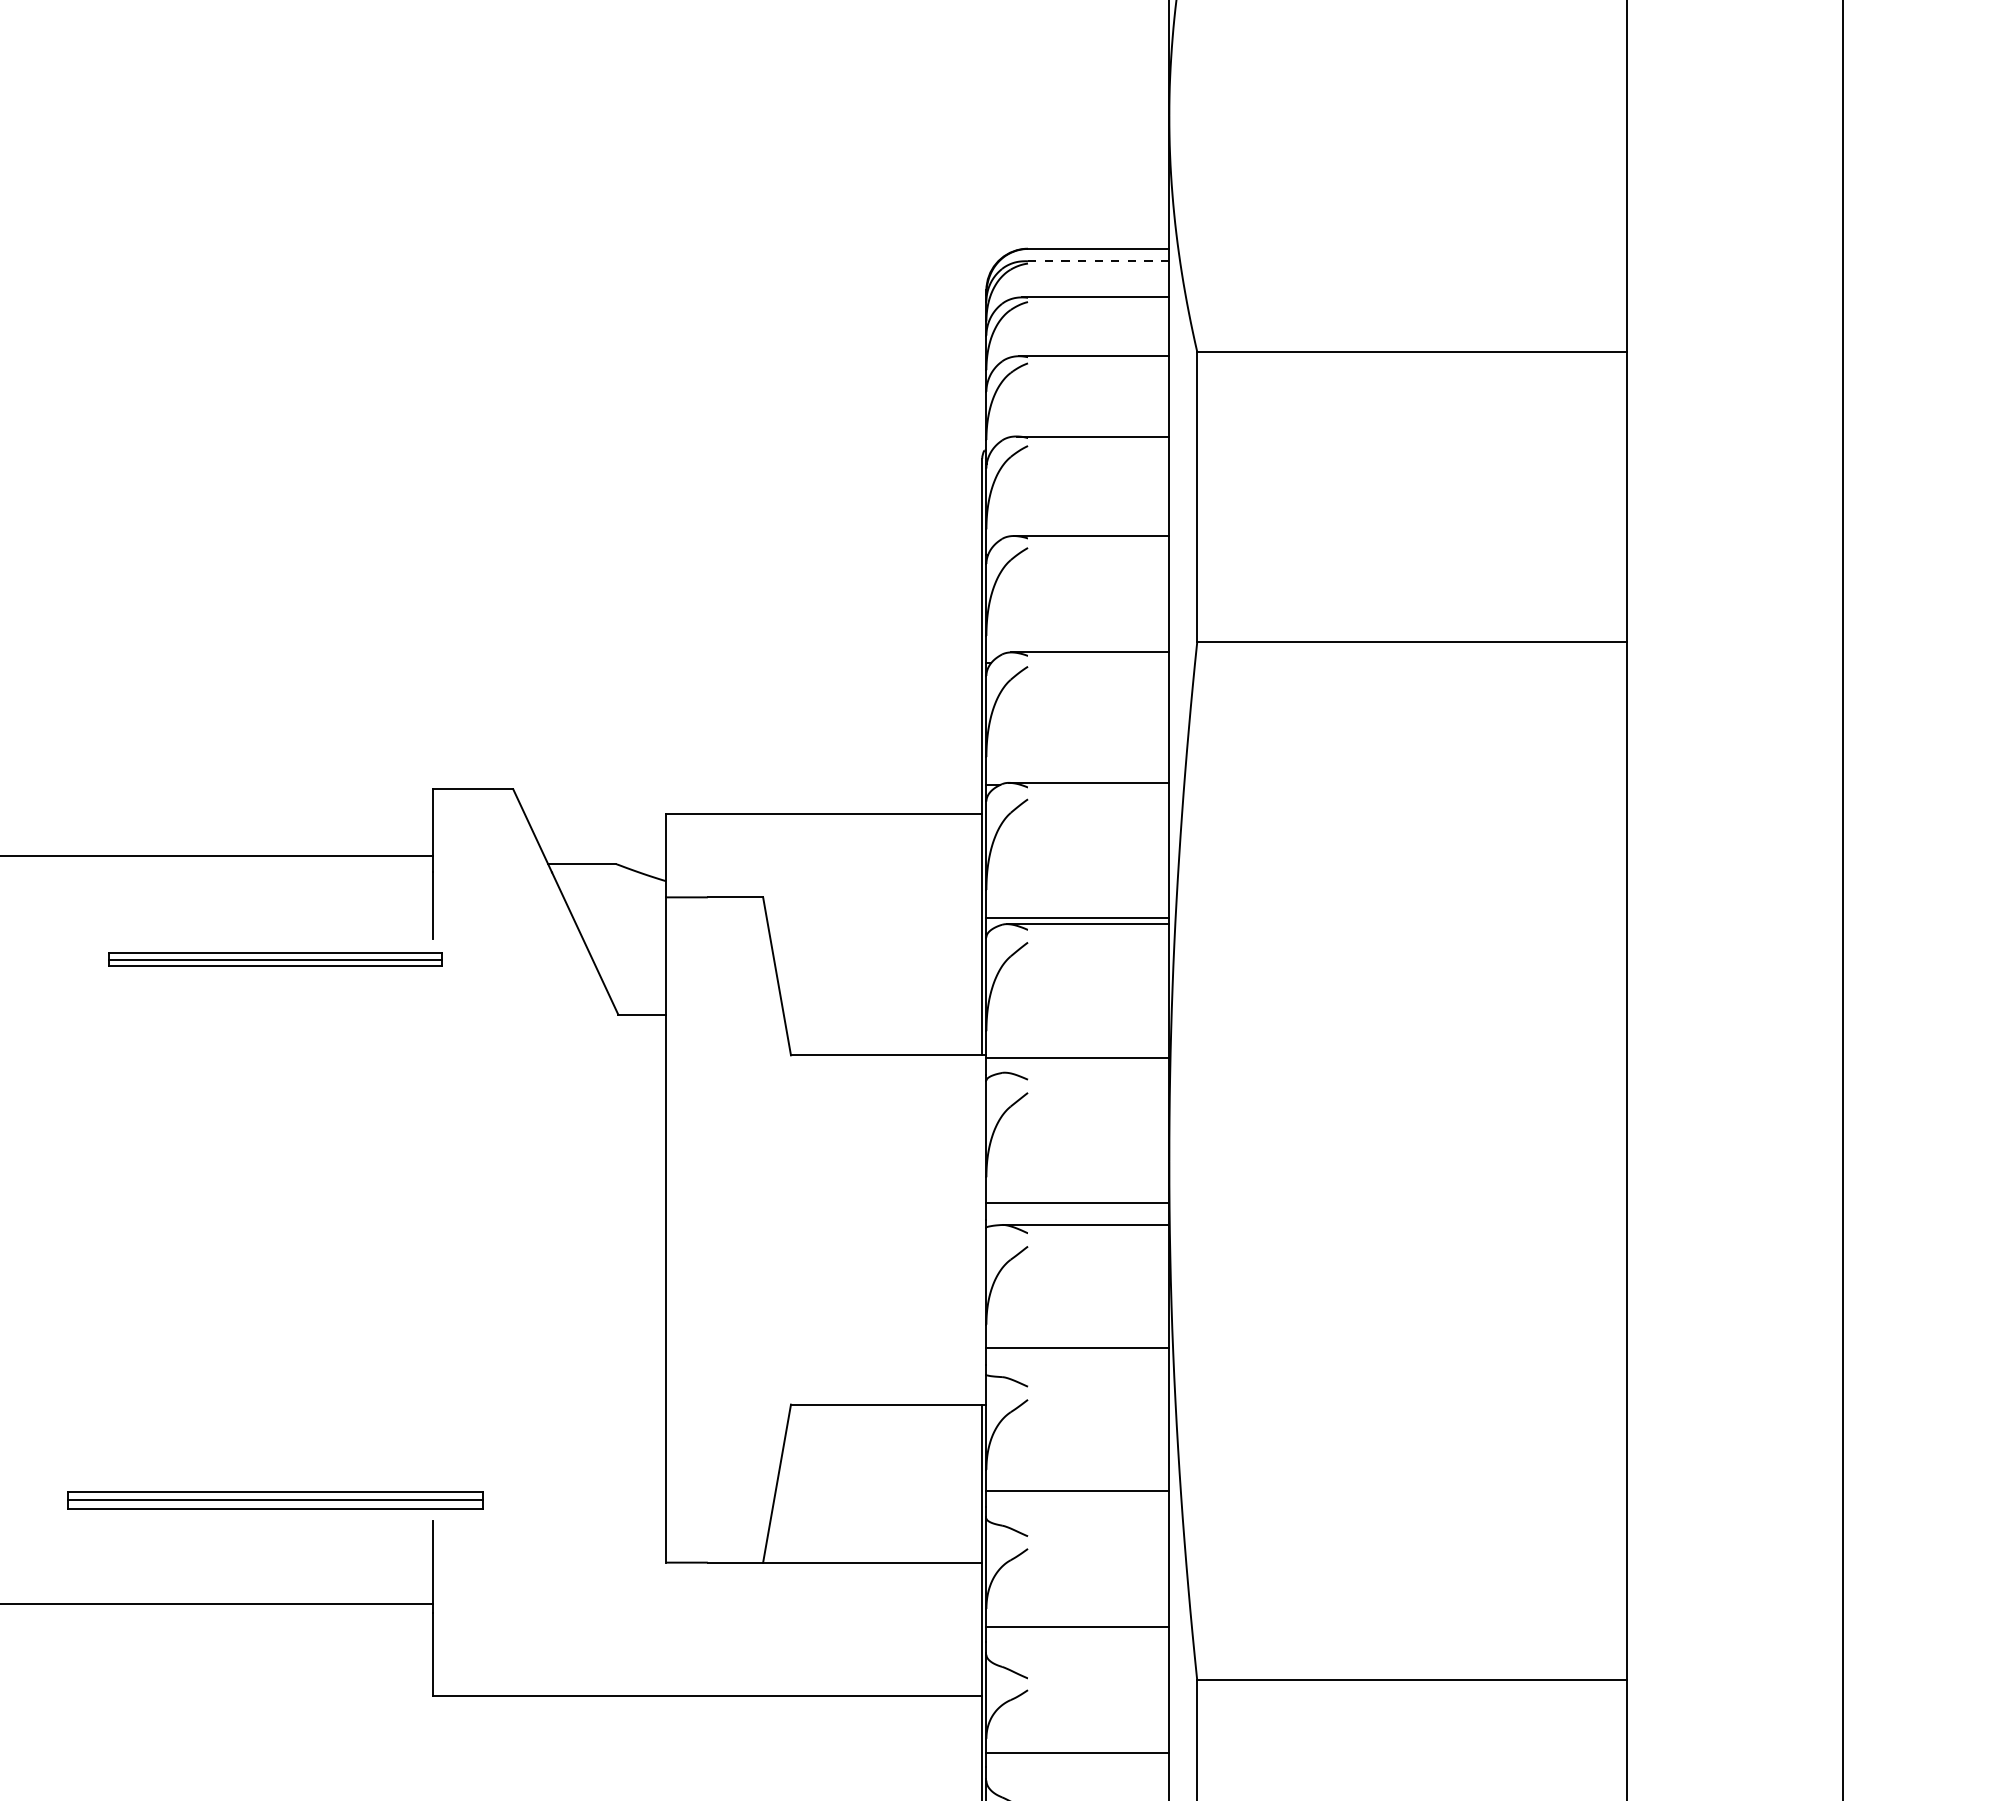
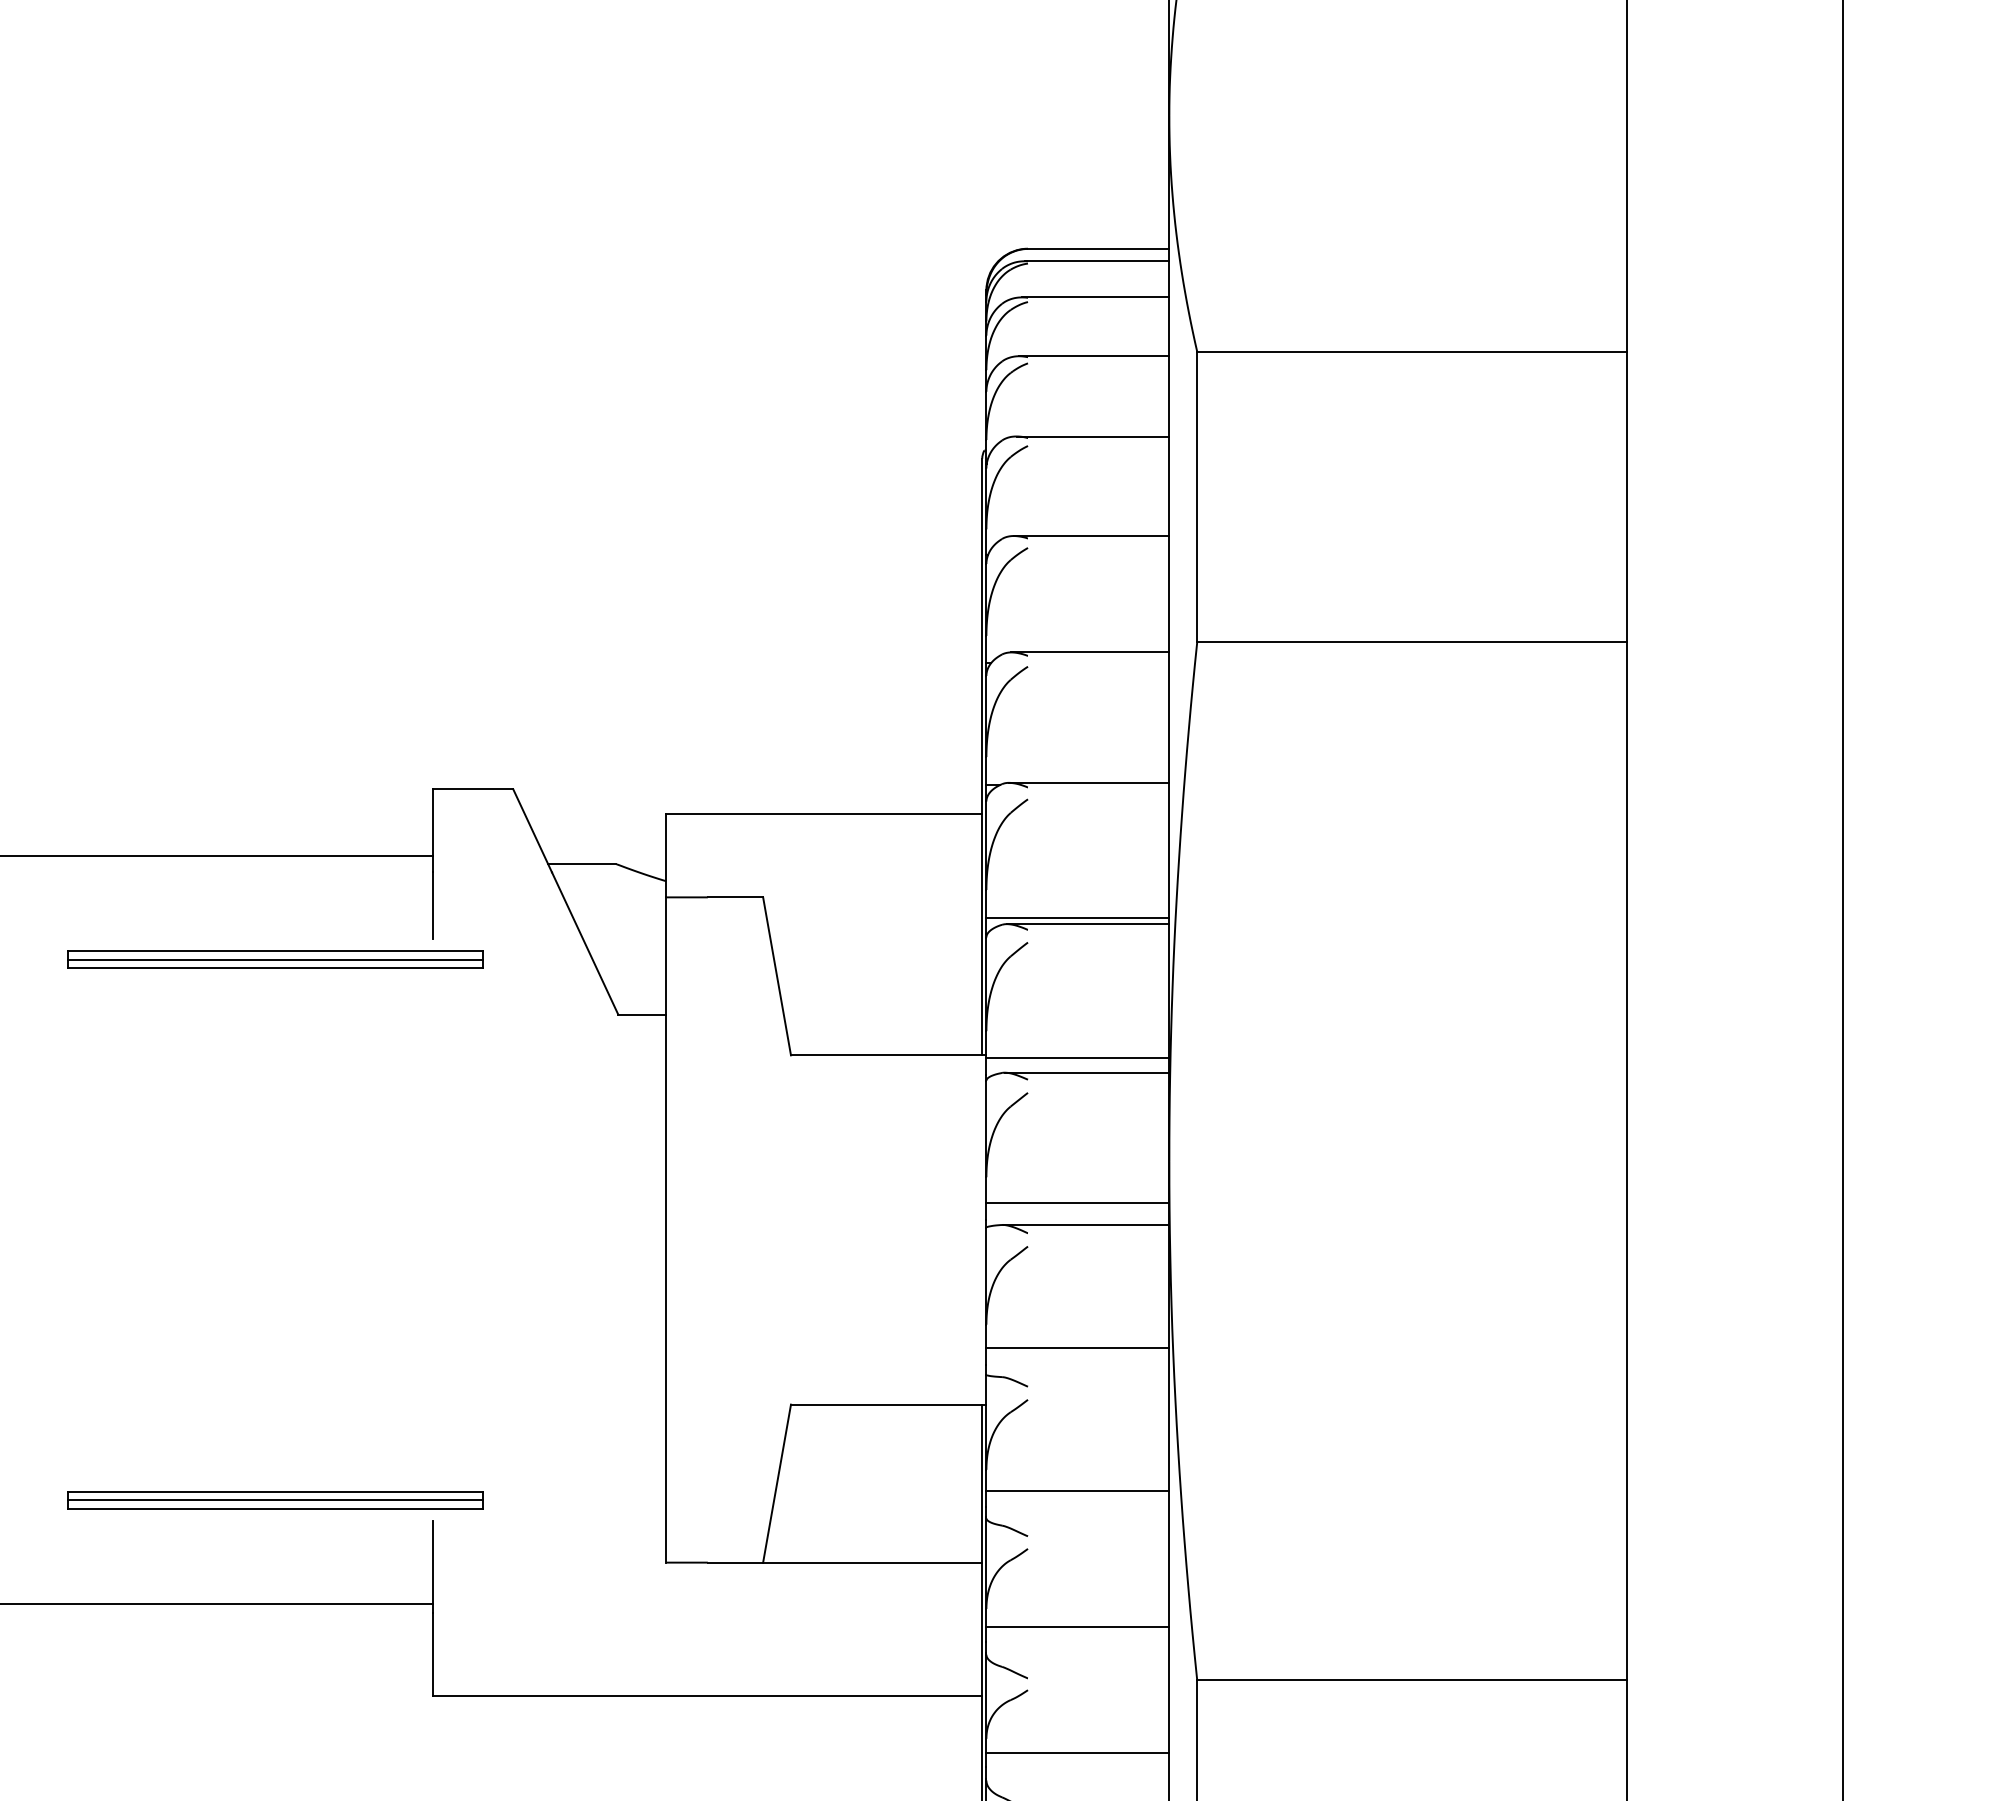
line at (1096, 261): dashed -> solid
part at (275, 959) size: 335x15 px -> 417x19 px
line at (1086, 1072): none -> present
